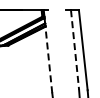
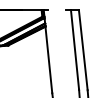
line at (75, 50): dashed -> solid
line at (48, 59): dashed -> solid
